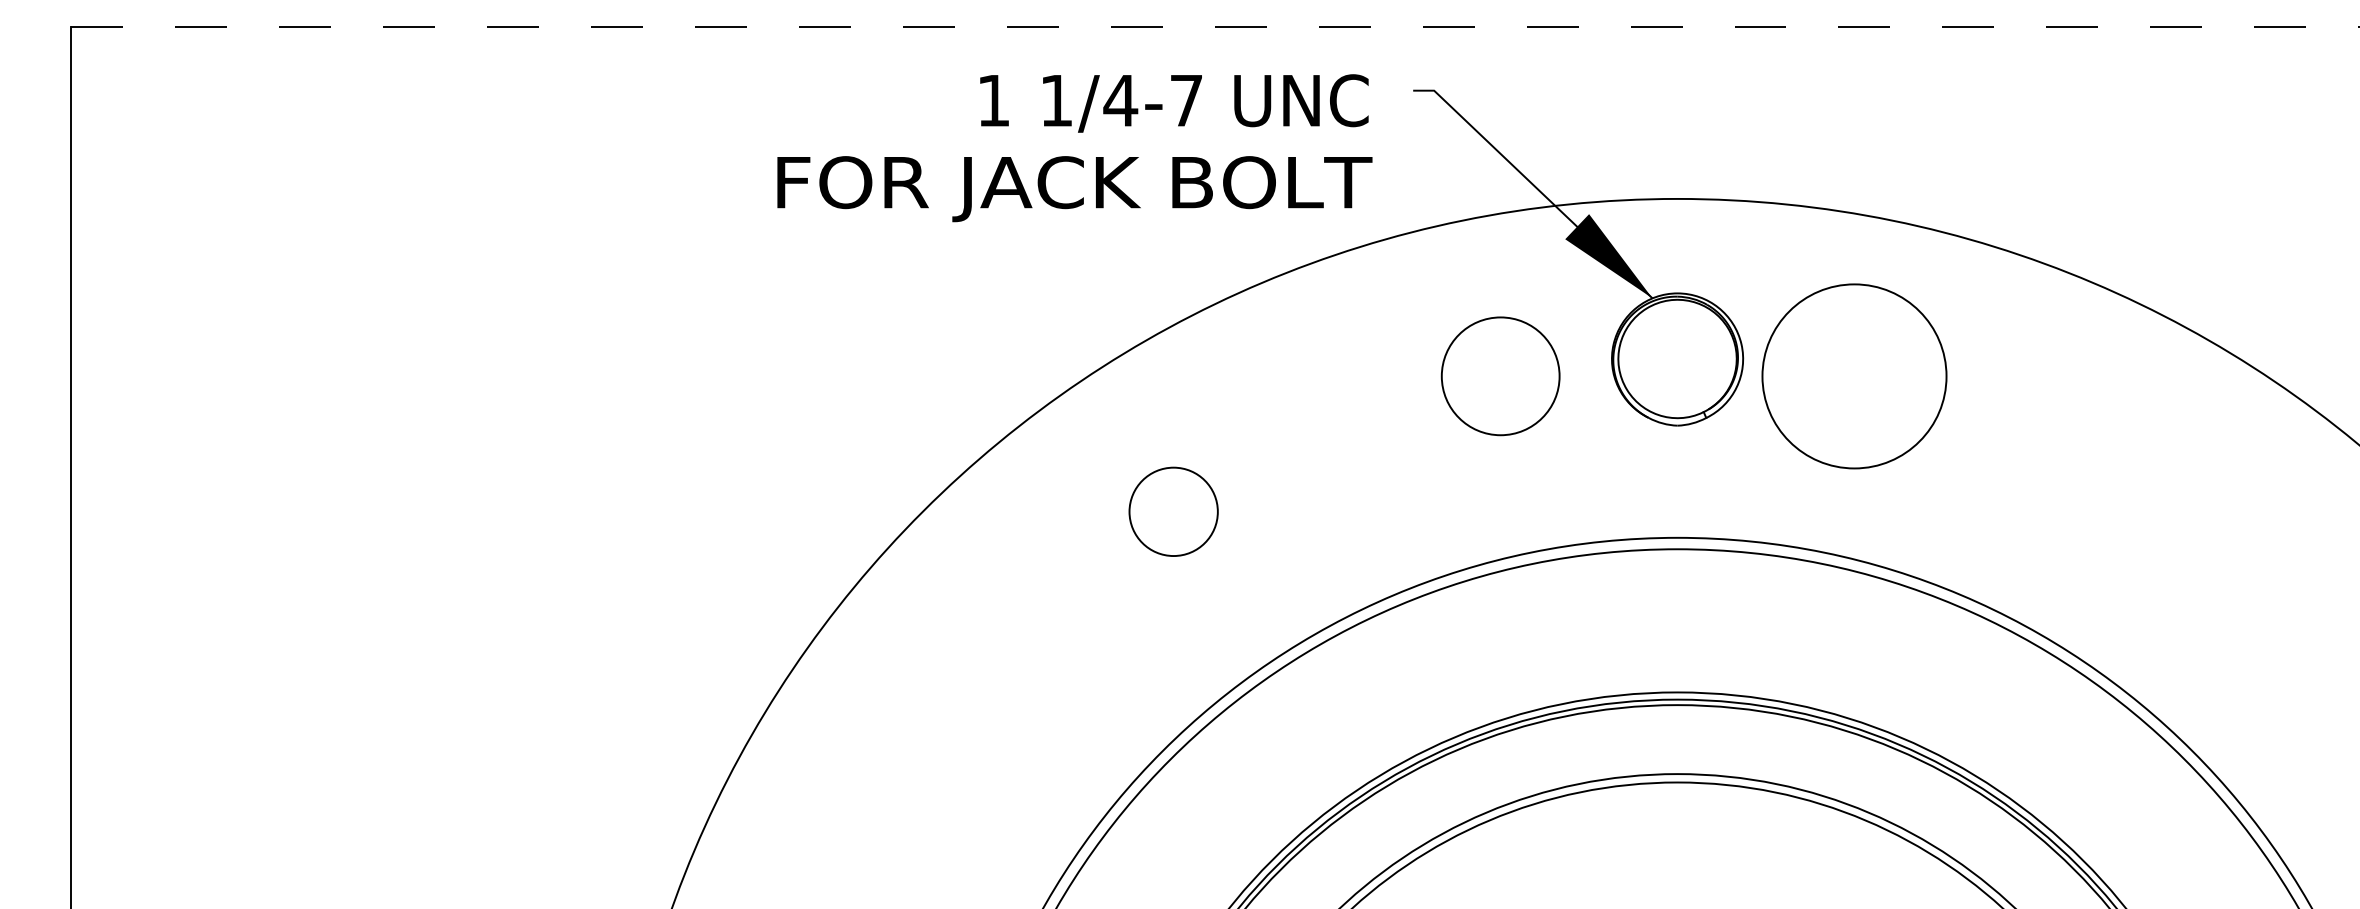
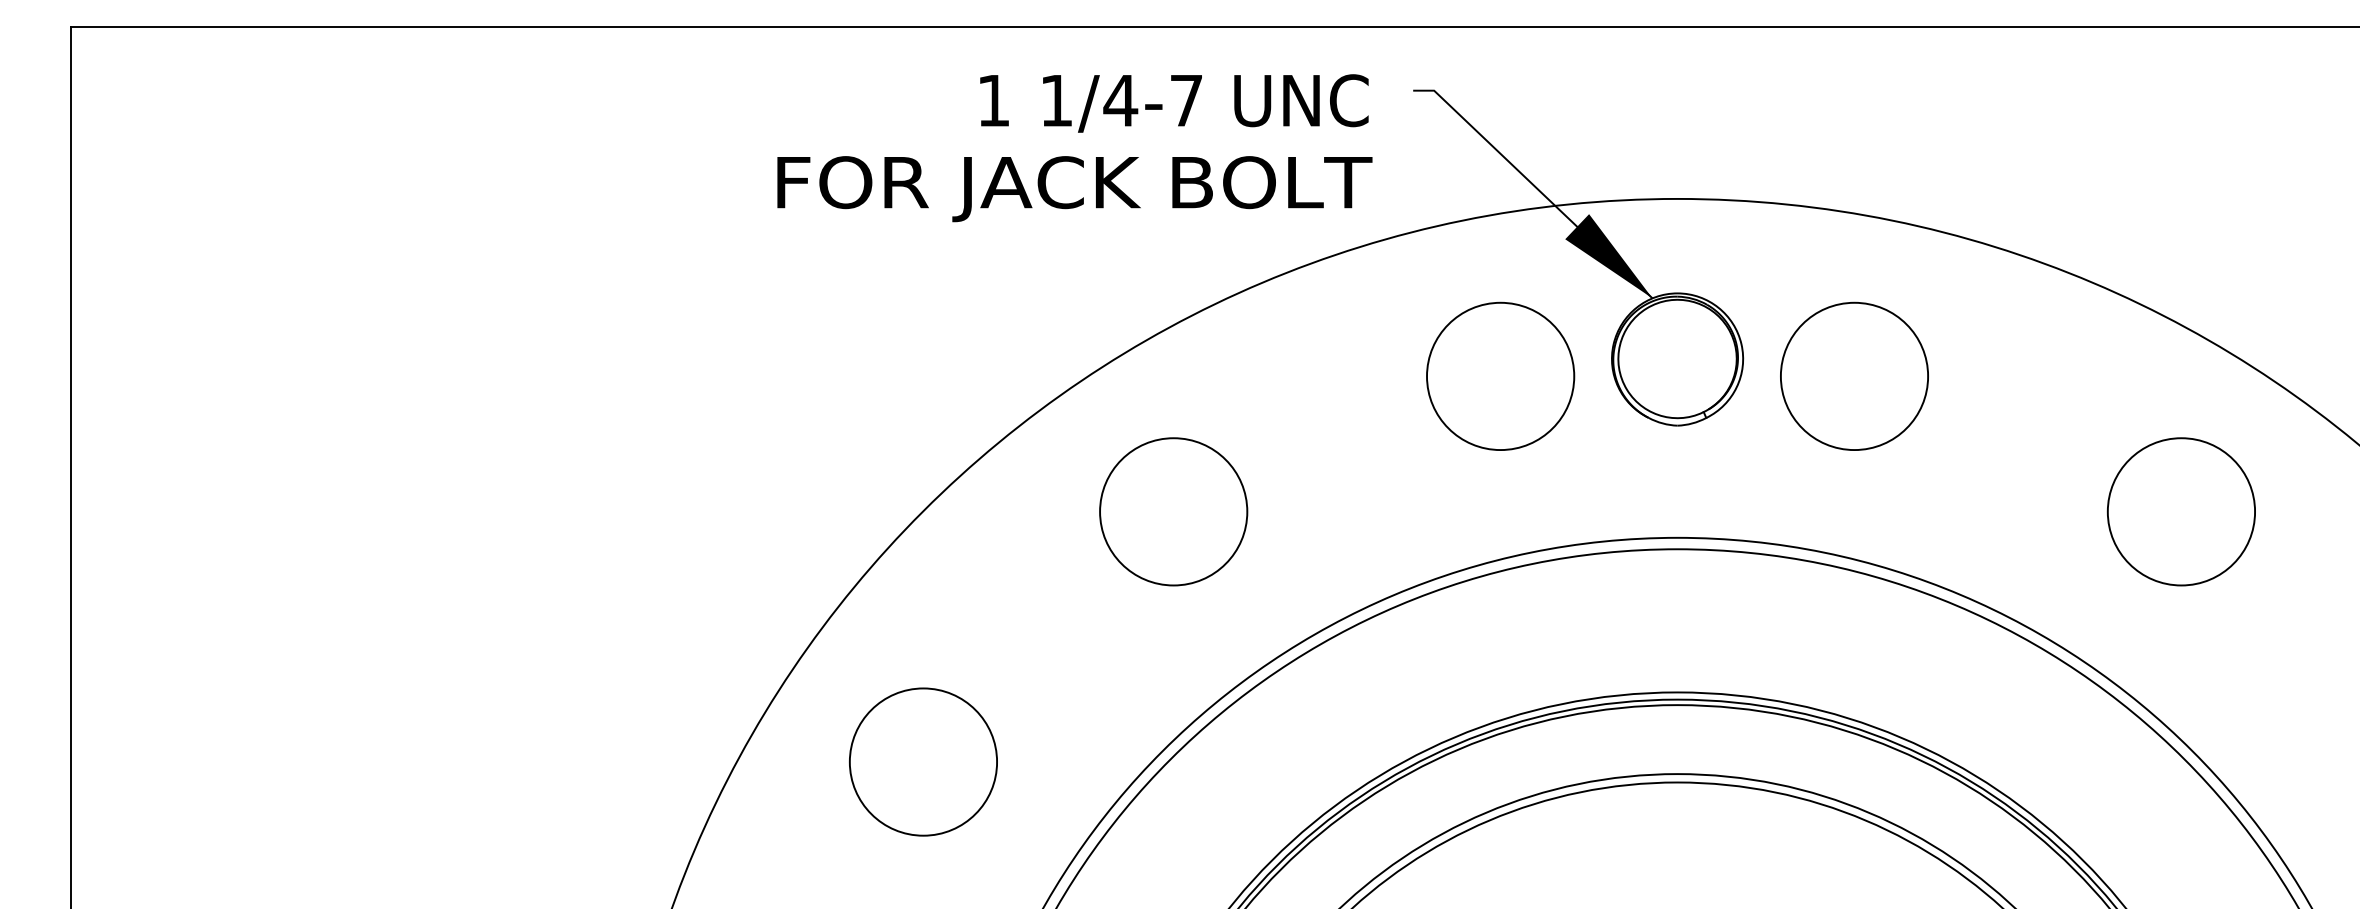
line at (1215, 27): dashed -> solid
circle at (1500, 376) size: 121x121 px -> 150x150 px
circle at (1854, 376) diameter: 184 px -> 147 px
circle at (1173, 511) diameter: 88 px -> 147 px
circle at (2180, 511): none -> present
circle at (923, 761): none -> present
